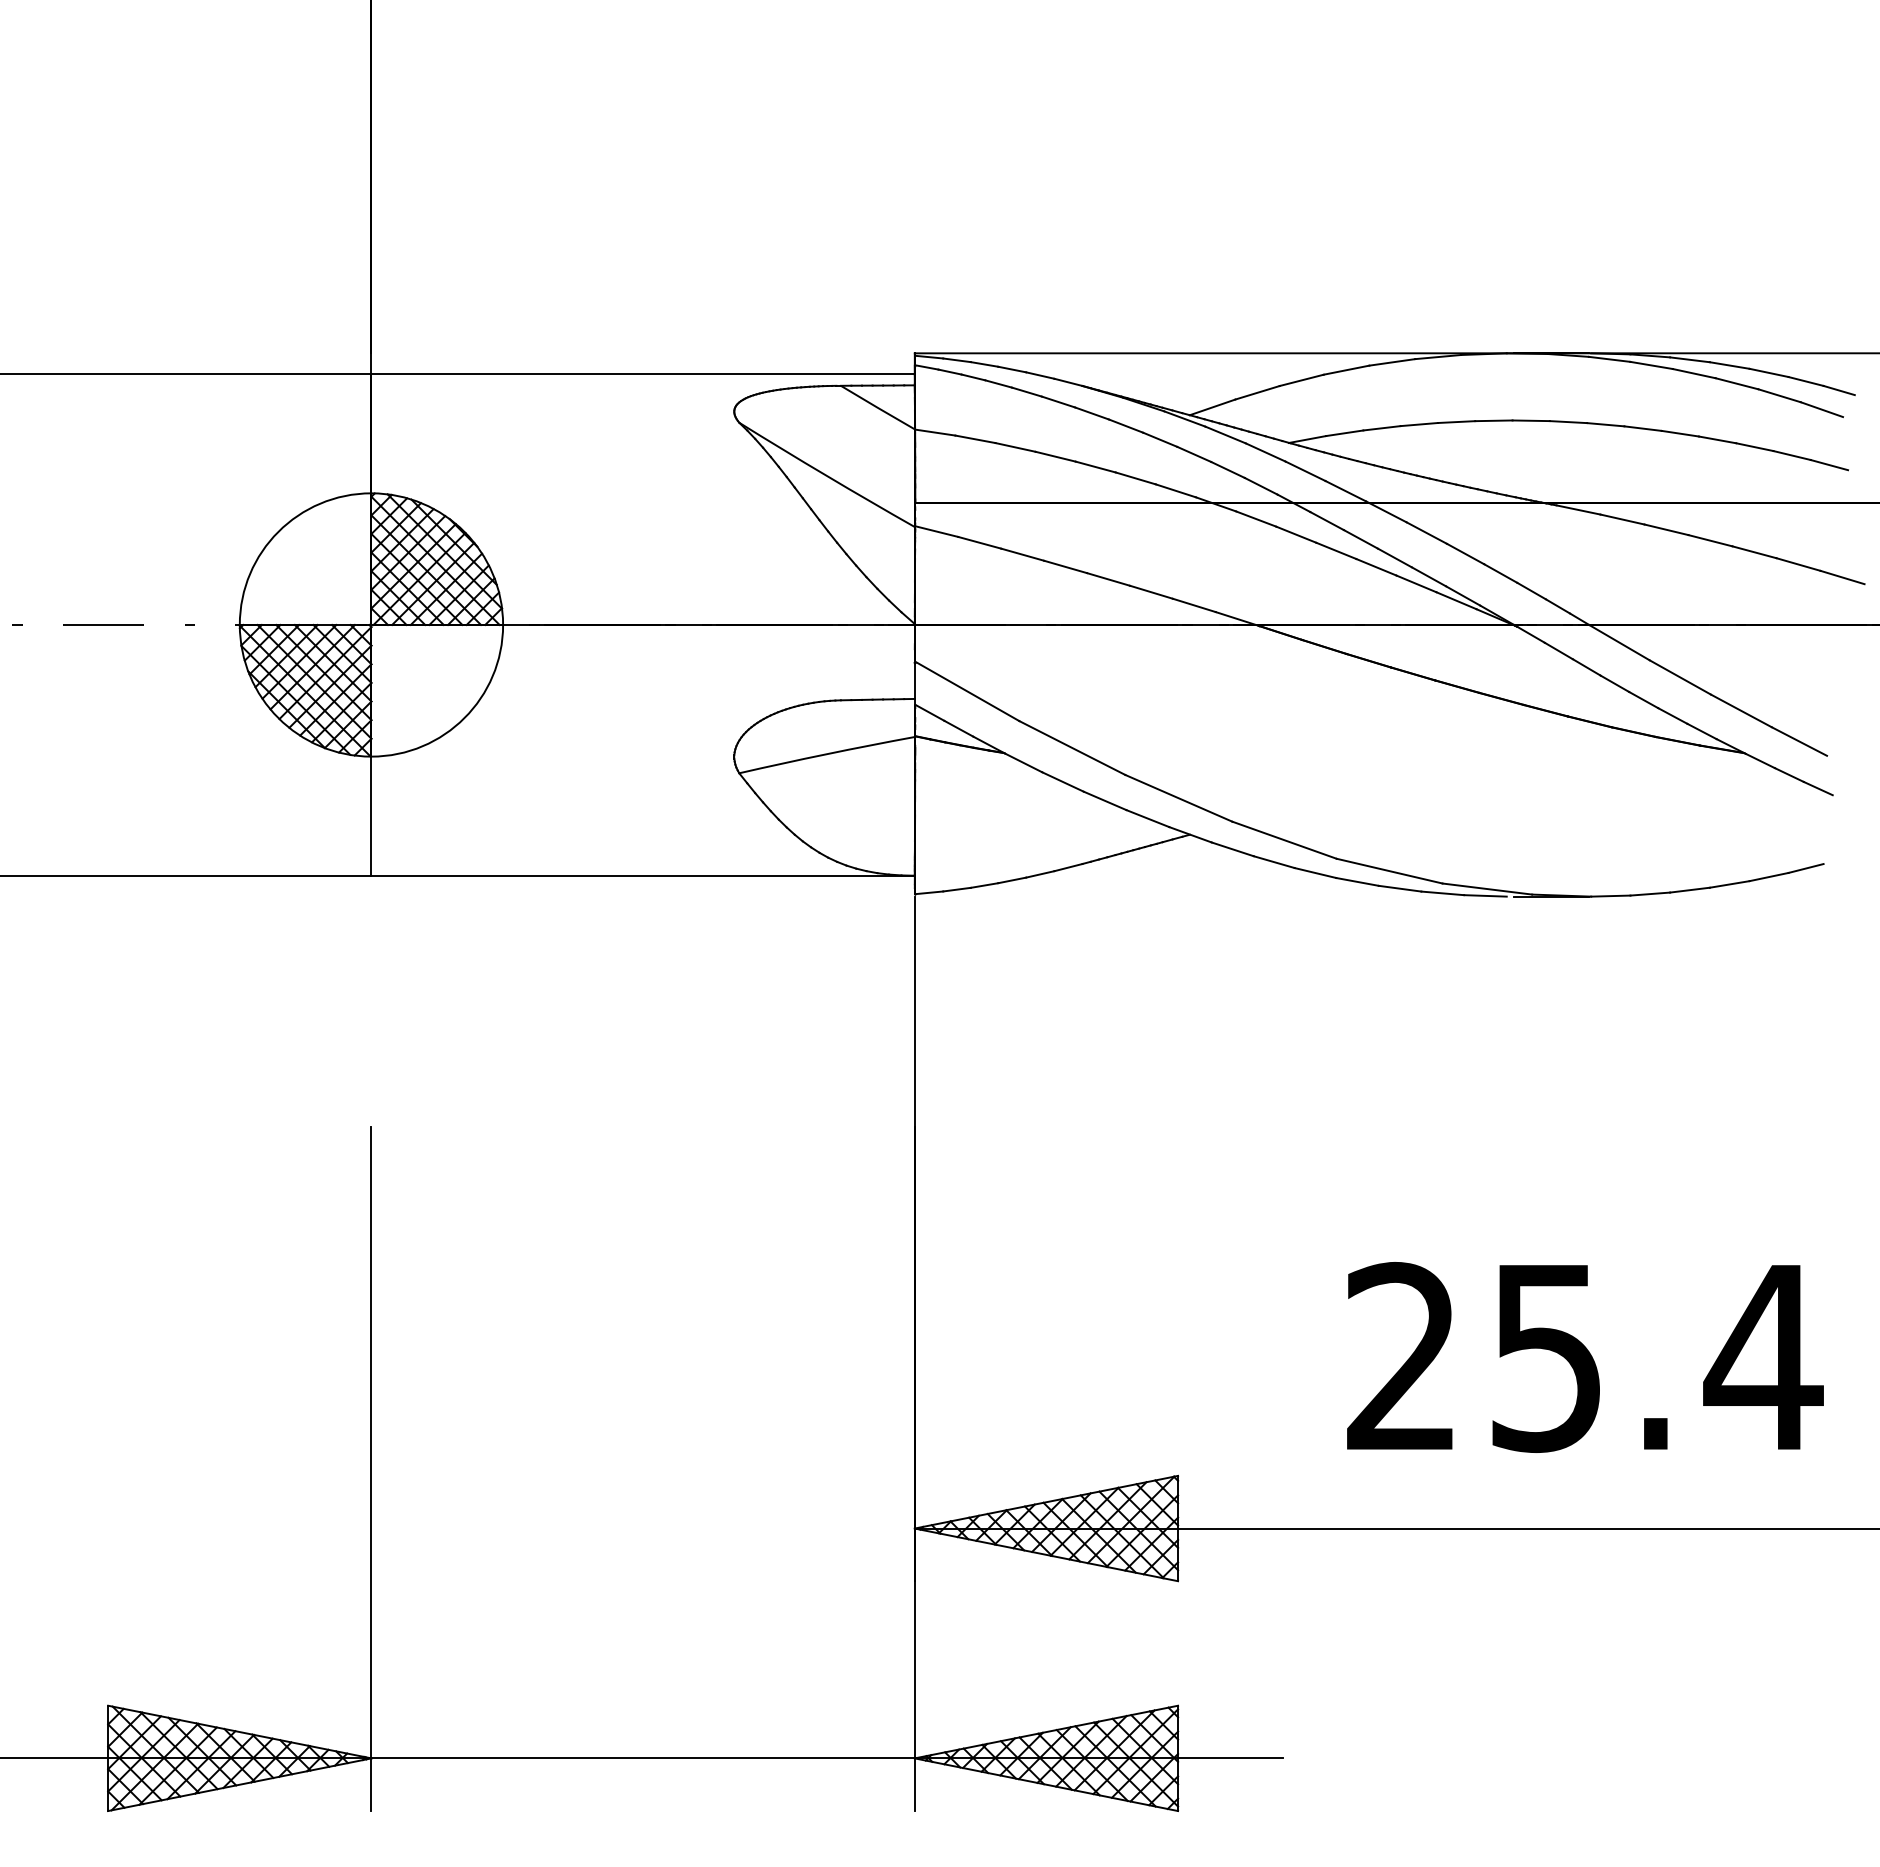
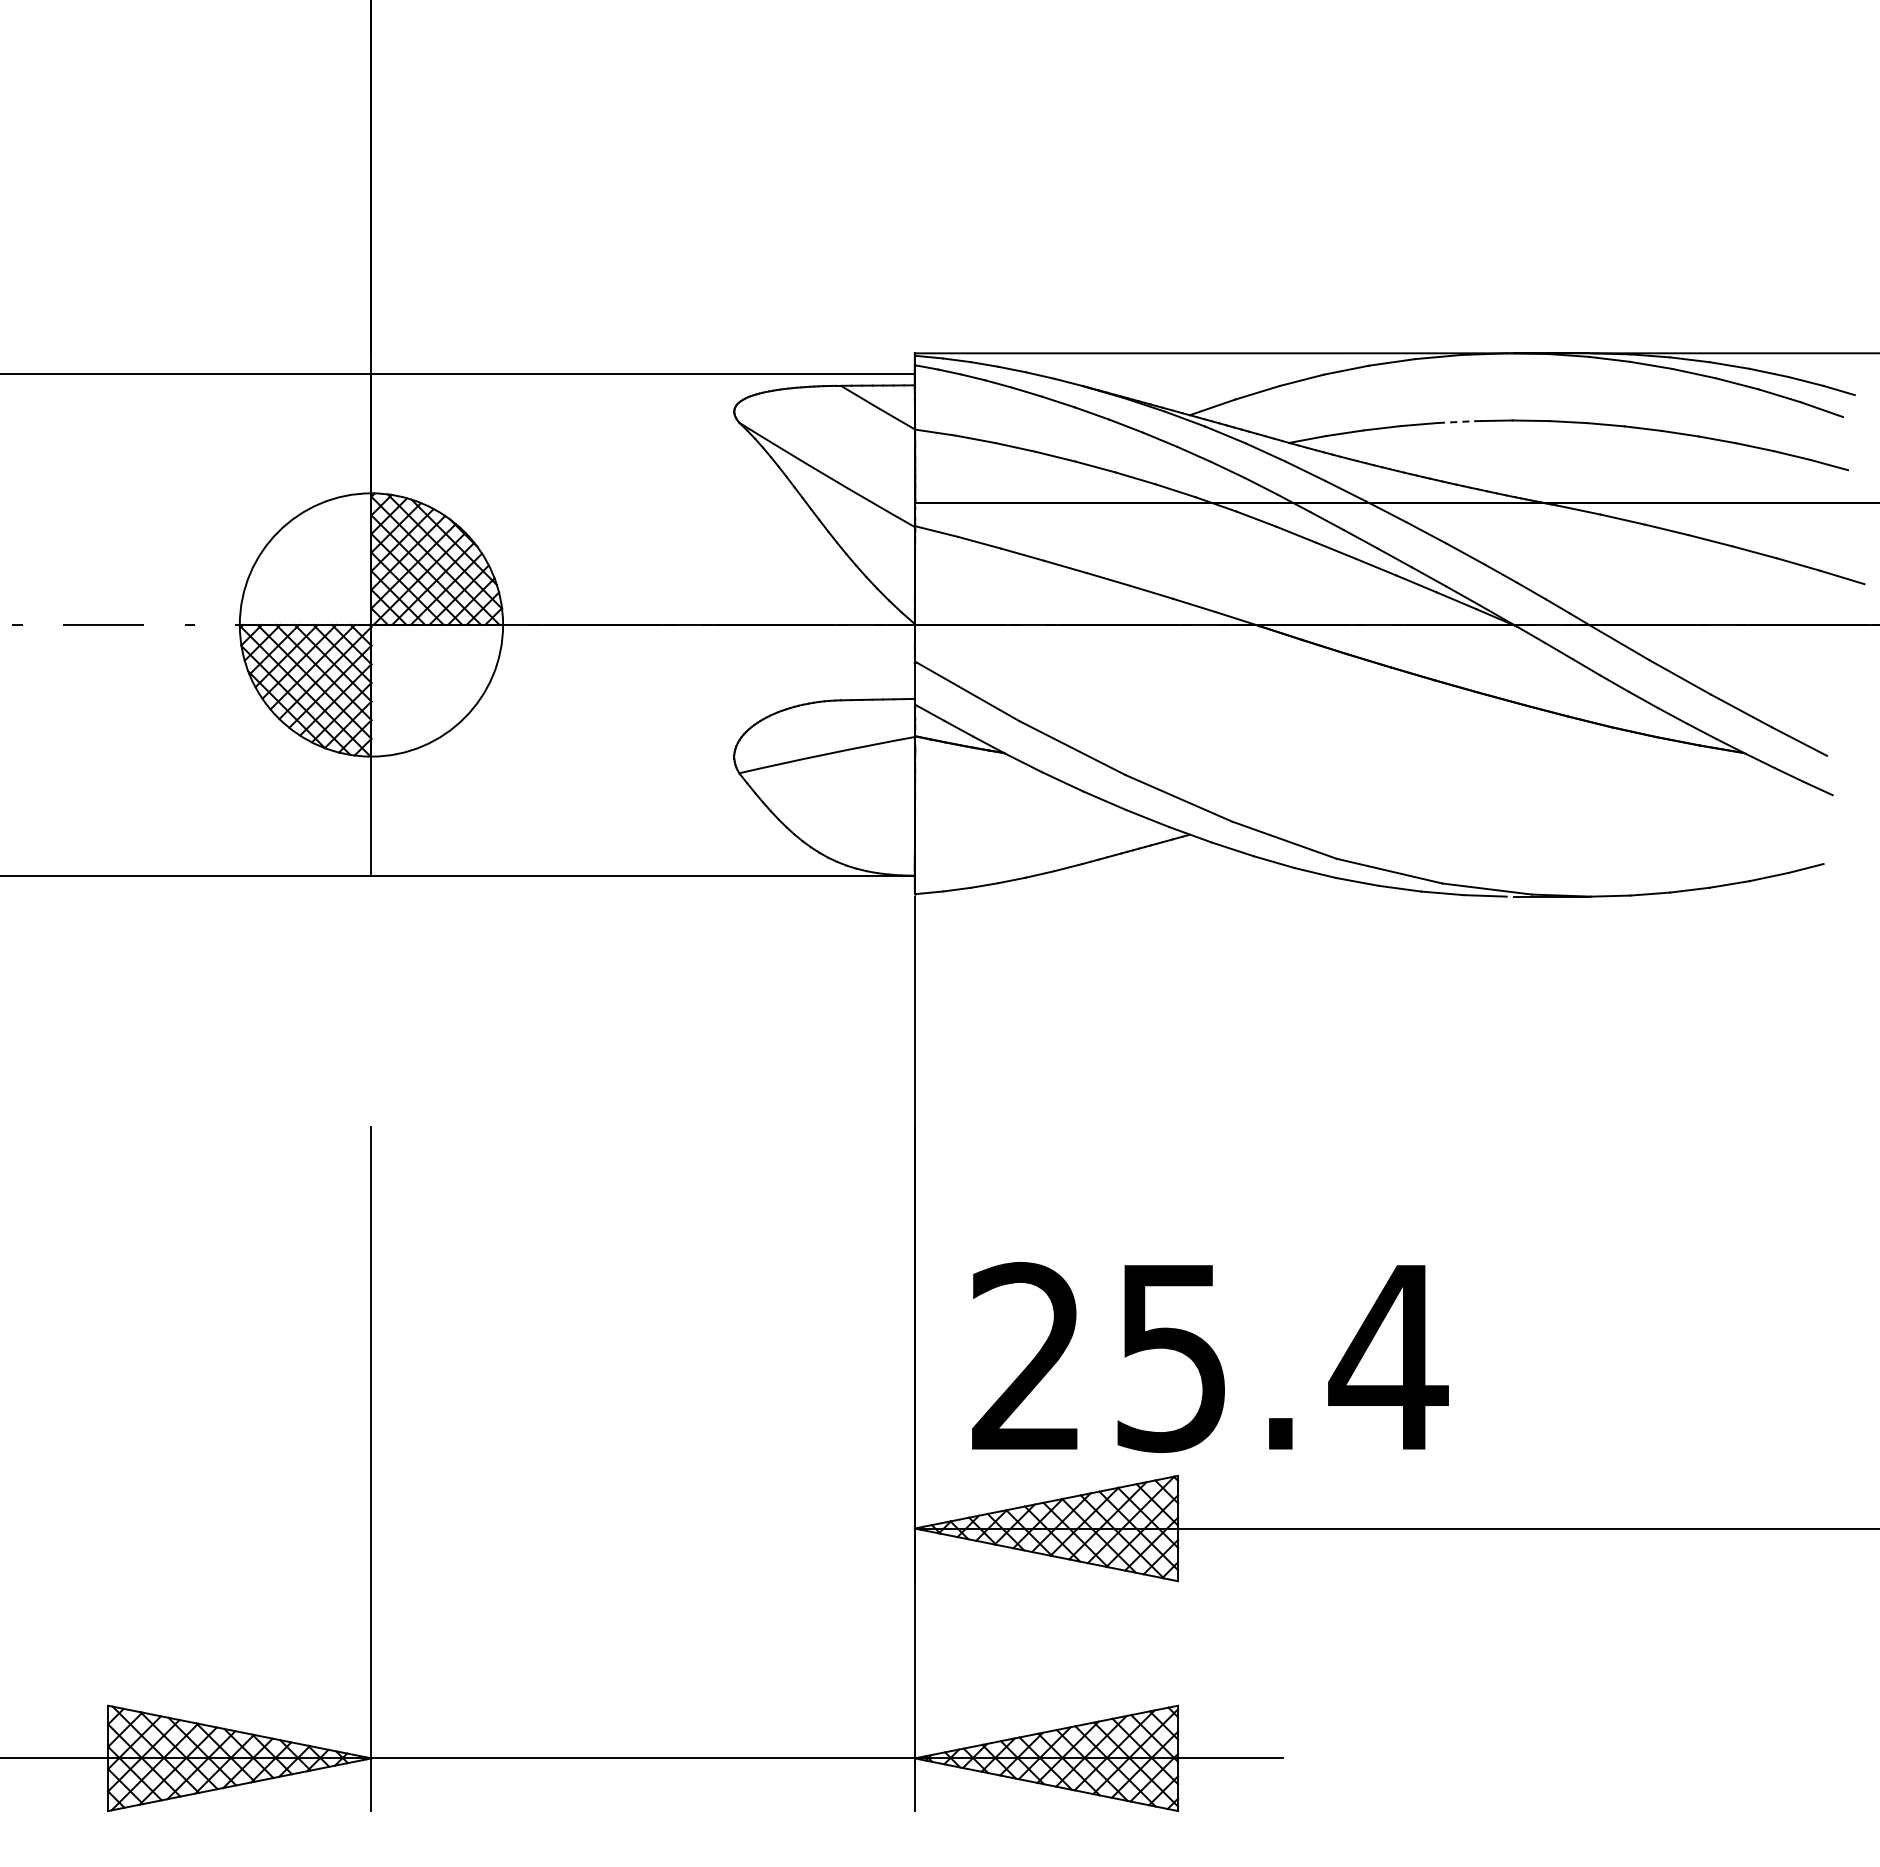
line at (1456, 422): solid -> dashed
text at (1585, 1357) position: (1585, 1357) -> (1210, 1357)
